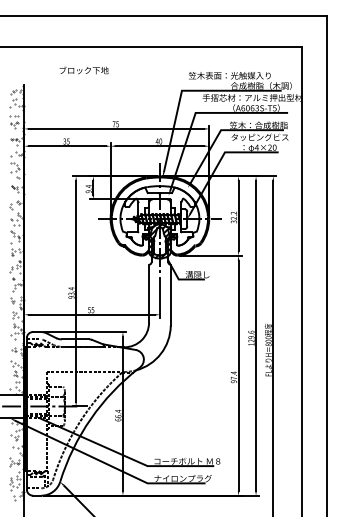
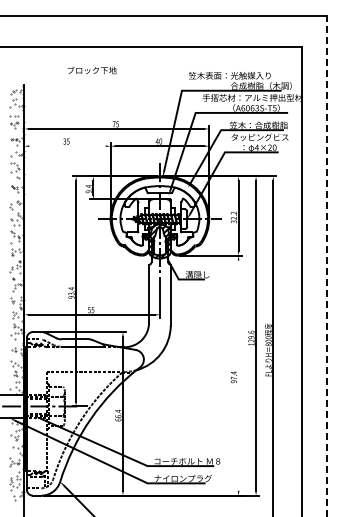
text at (83, 70) position: (83, 70) -> (91, 70)
line at (67, 146): present -> none
line at (326, 266): solid -> dashed
line at (238, 375): present -> none
